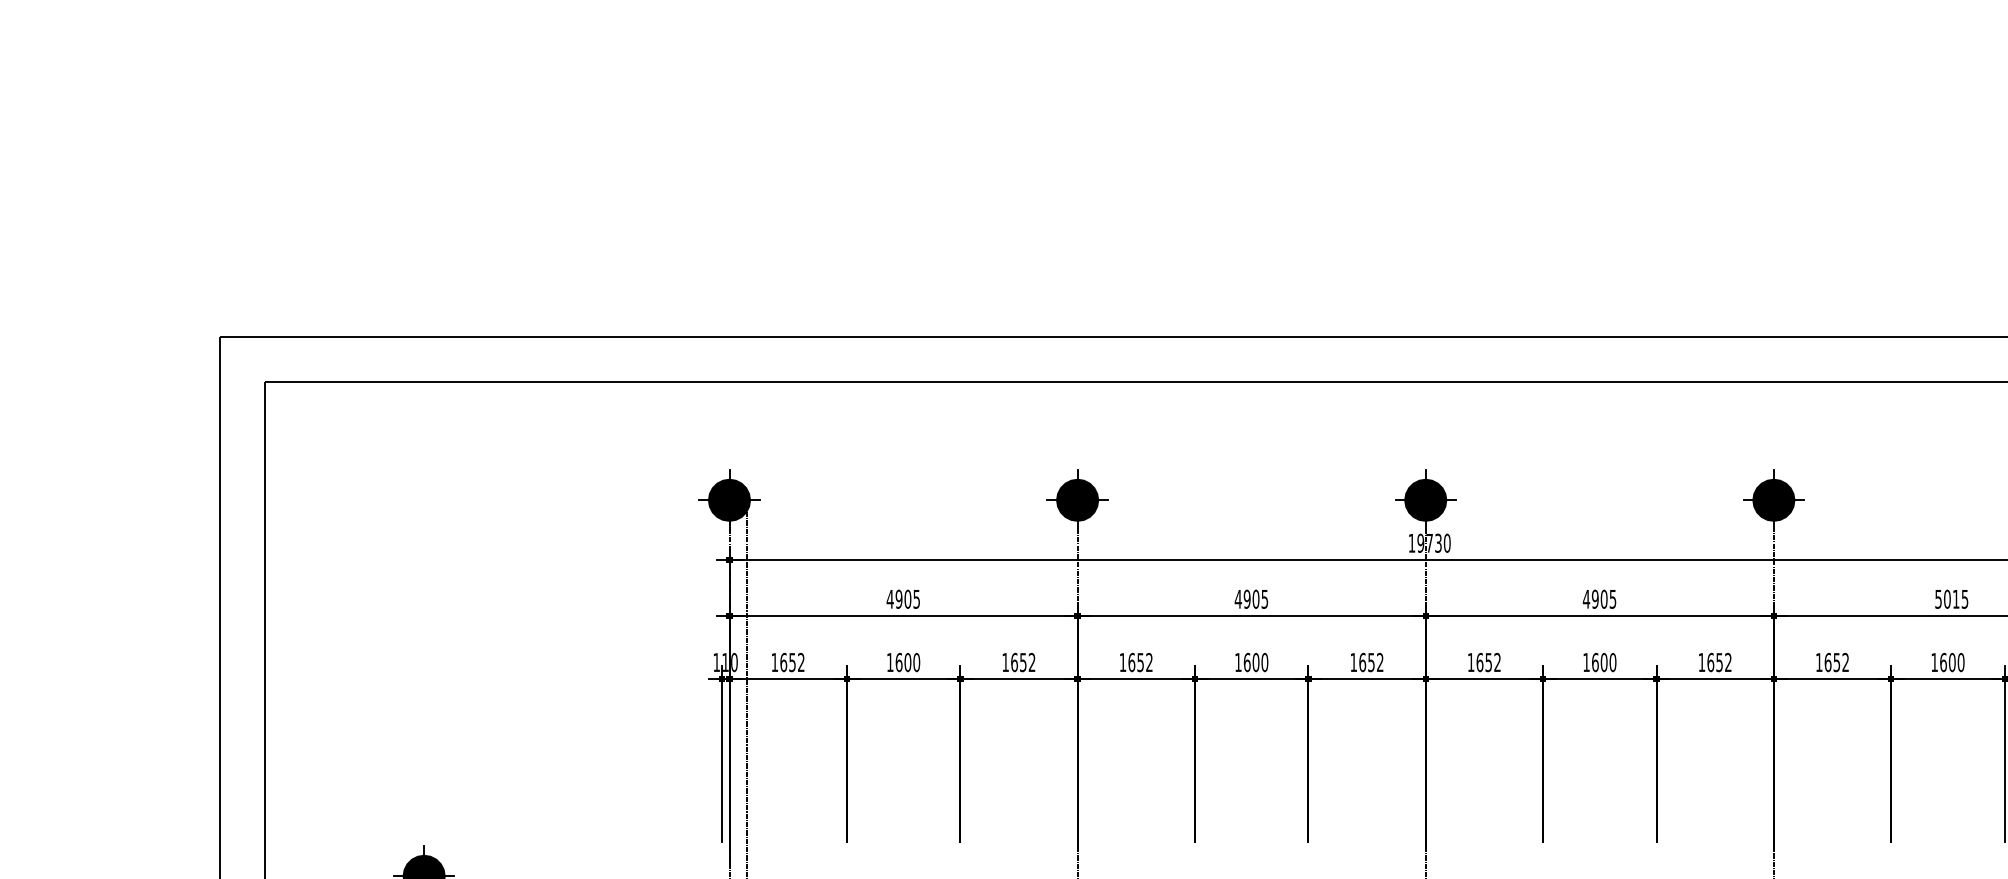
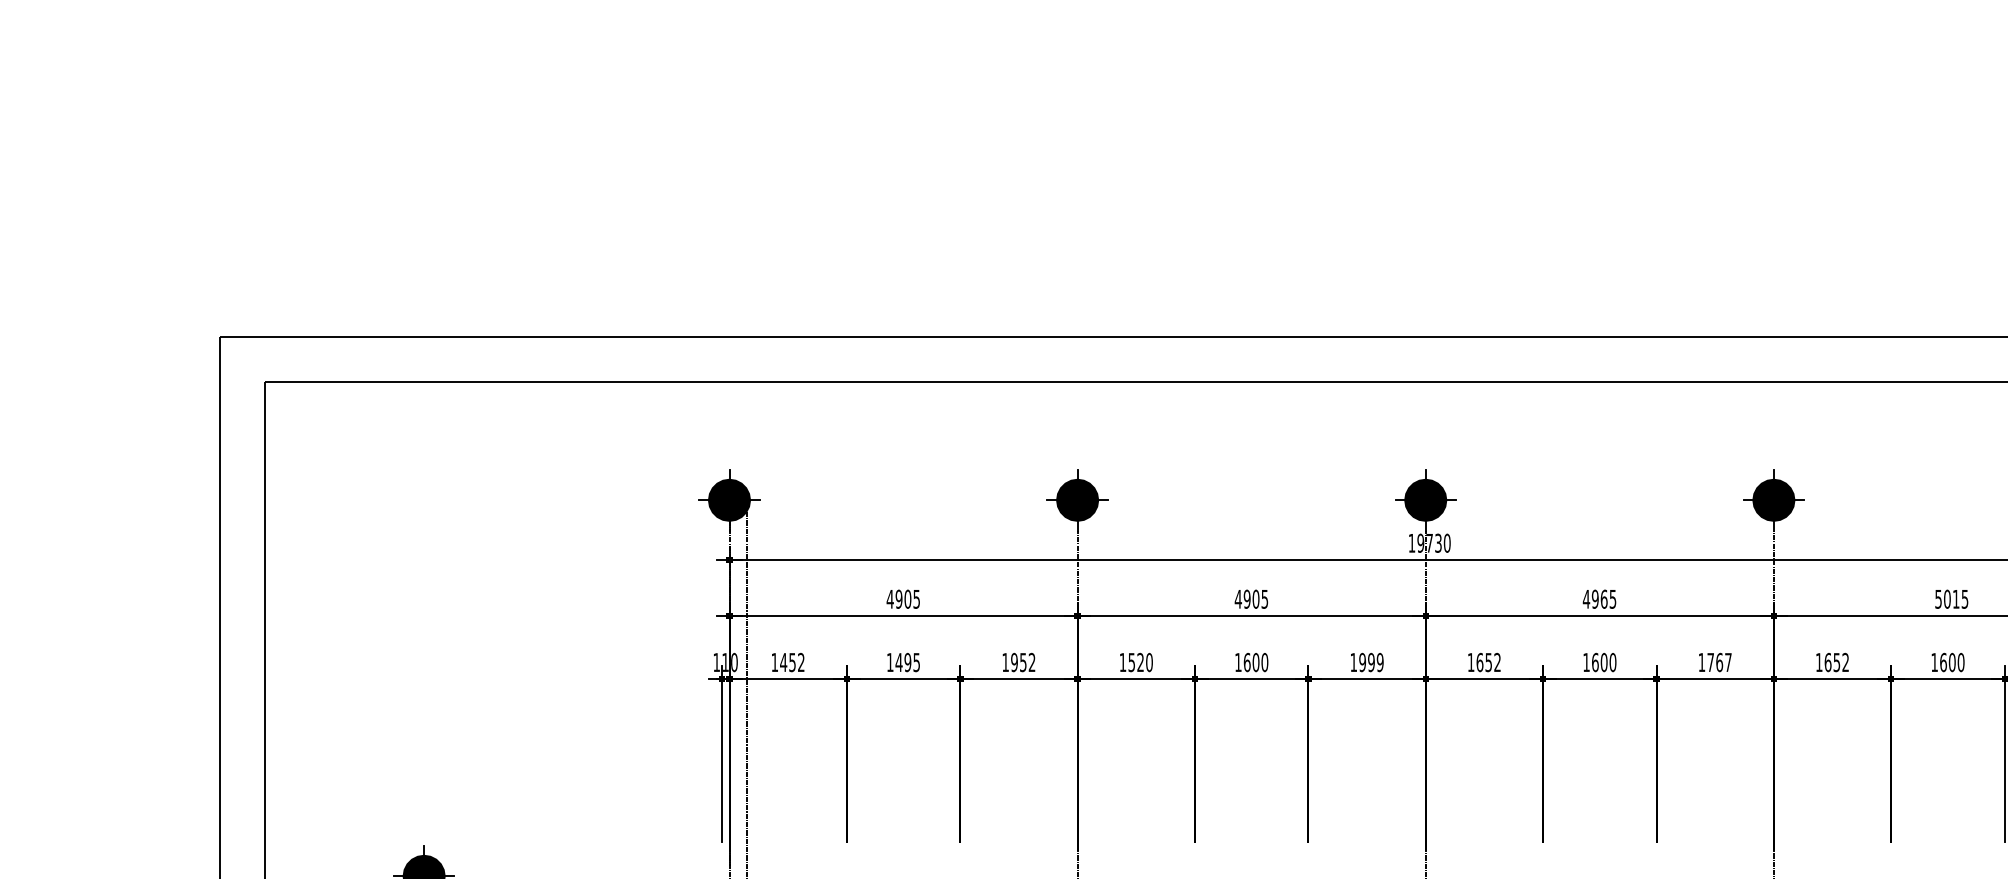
text at (1603, 598): 4905 -> 4965
text at (783, 662): 1652 -> 1452
text at (907, 662): 1600 -> 1495
text at (1014, 662): 1652 -> 1952
text at (1140, 662): 1652 -> 1520
text at (1371, 662): 1652 -> 1999
text at (1719, 662): 1652 -> 1767
